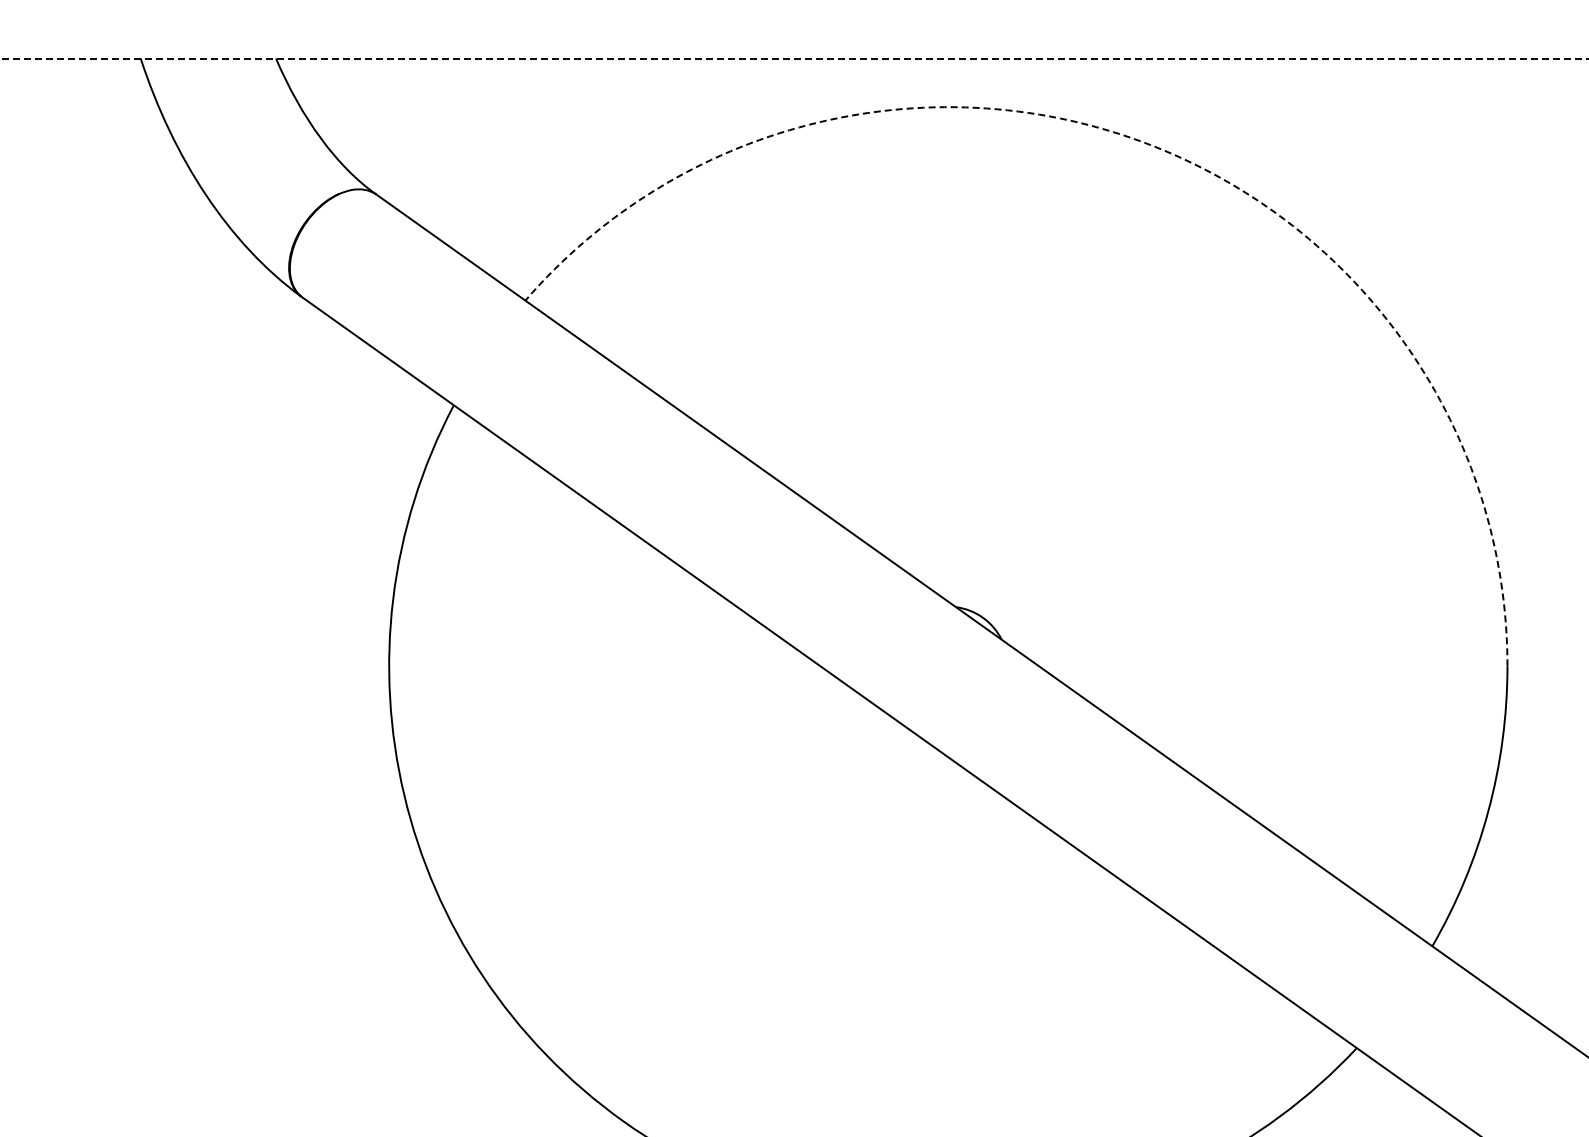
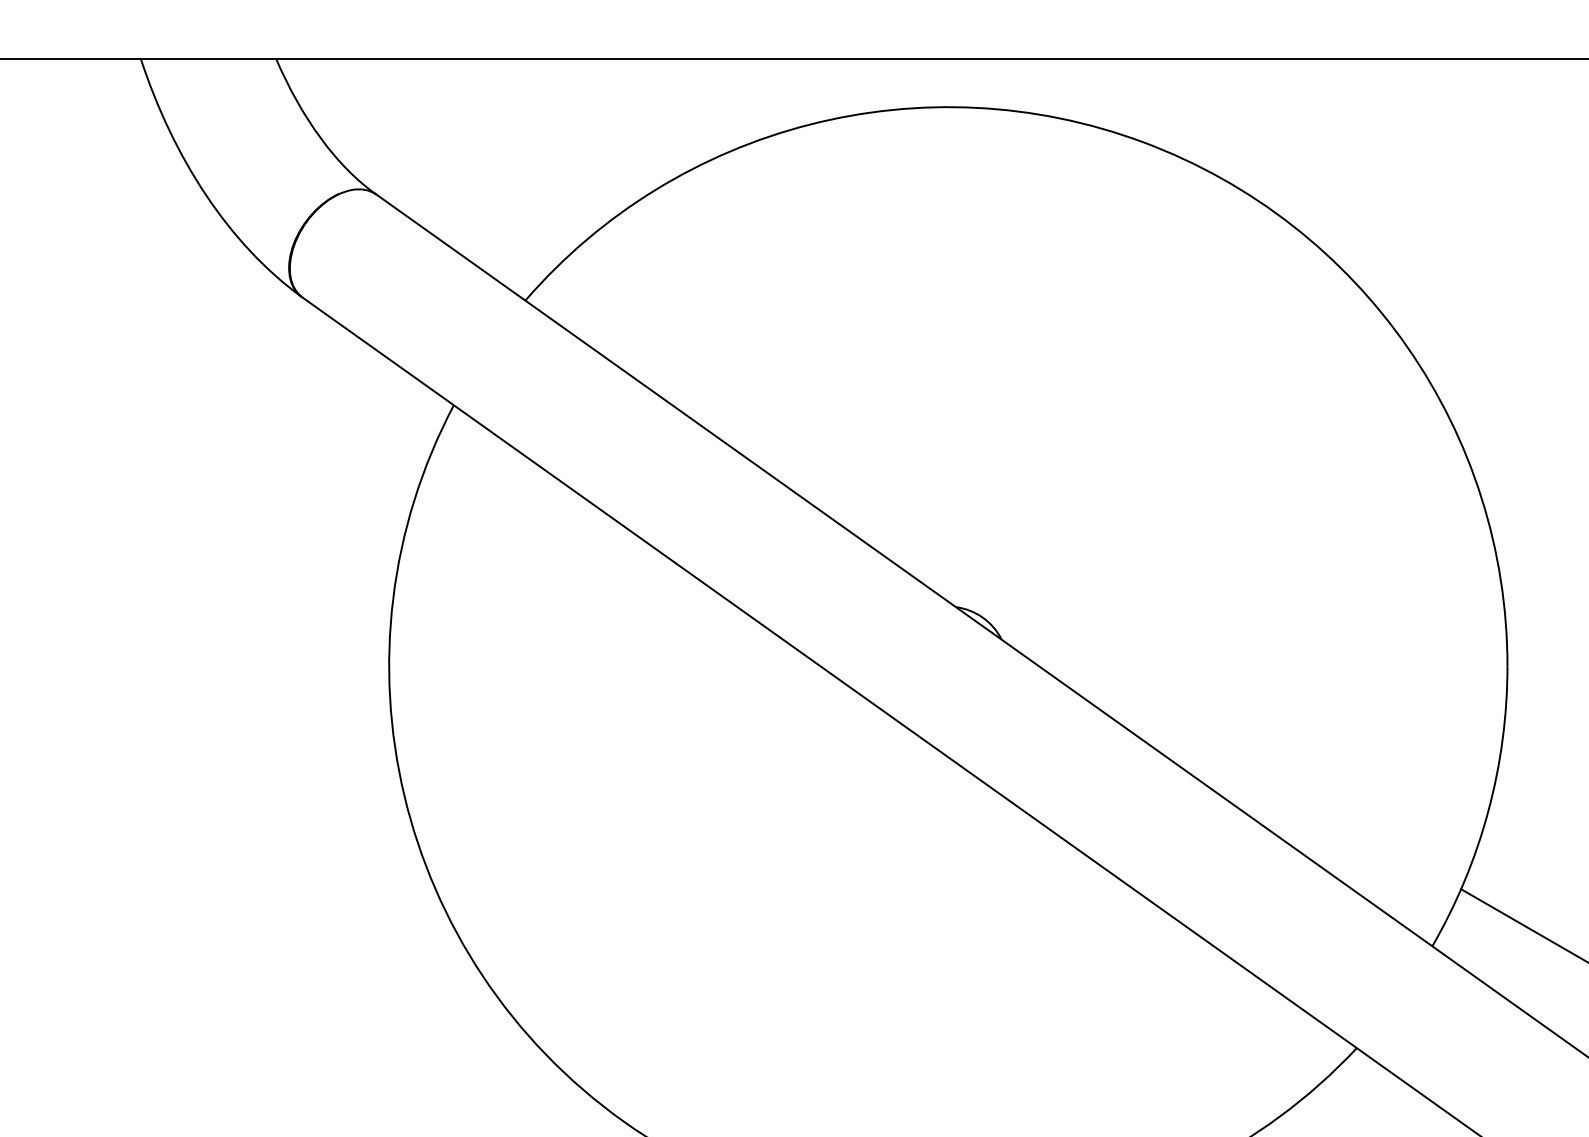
line at (794, 58): dashed -> solid
arc at (1143, 142): dashed -> solid
line at (1523, 924): none -> present
